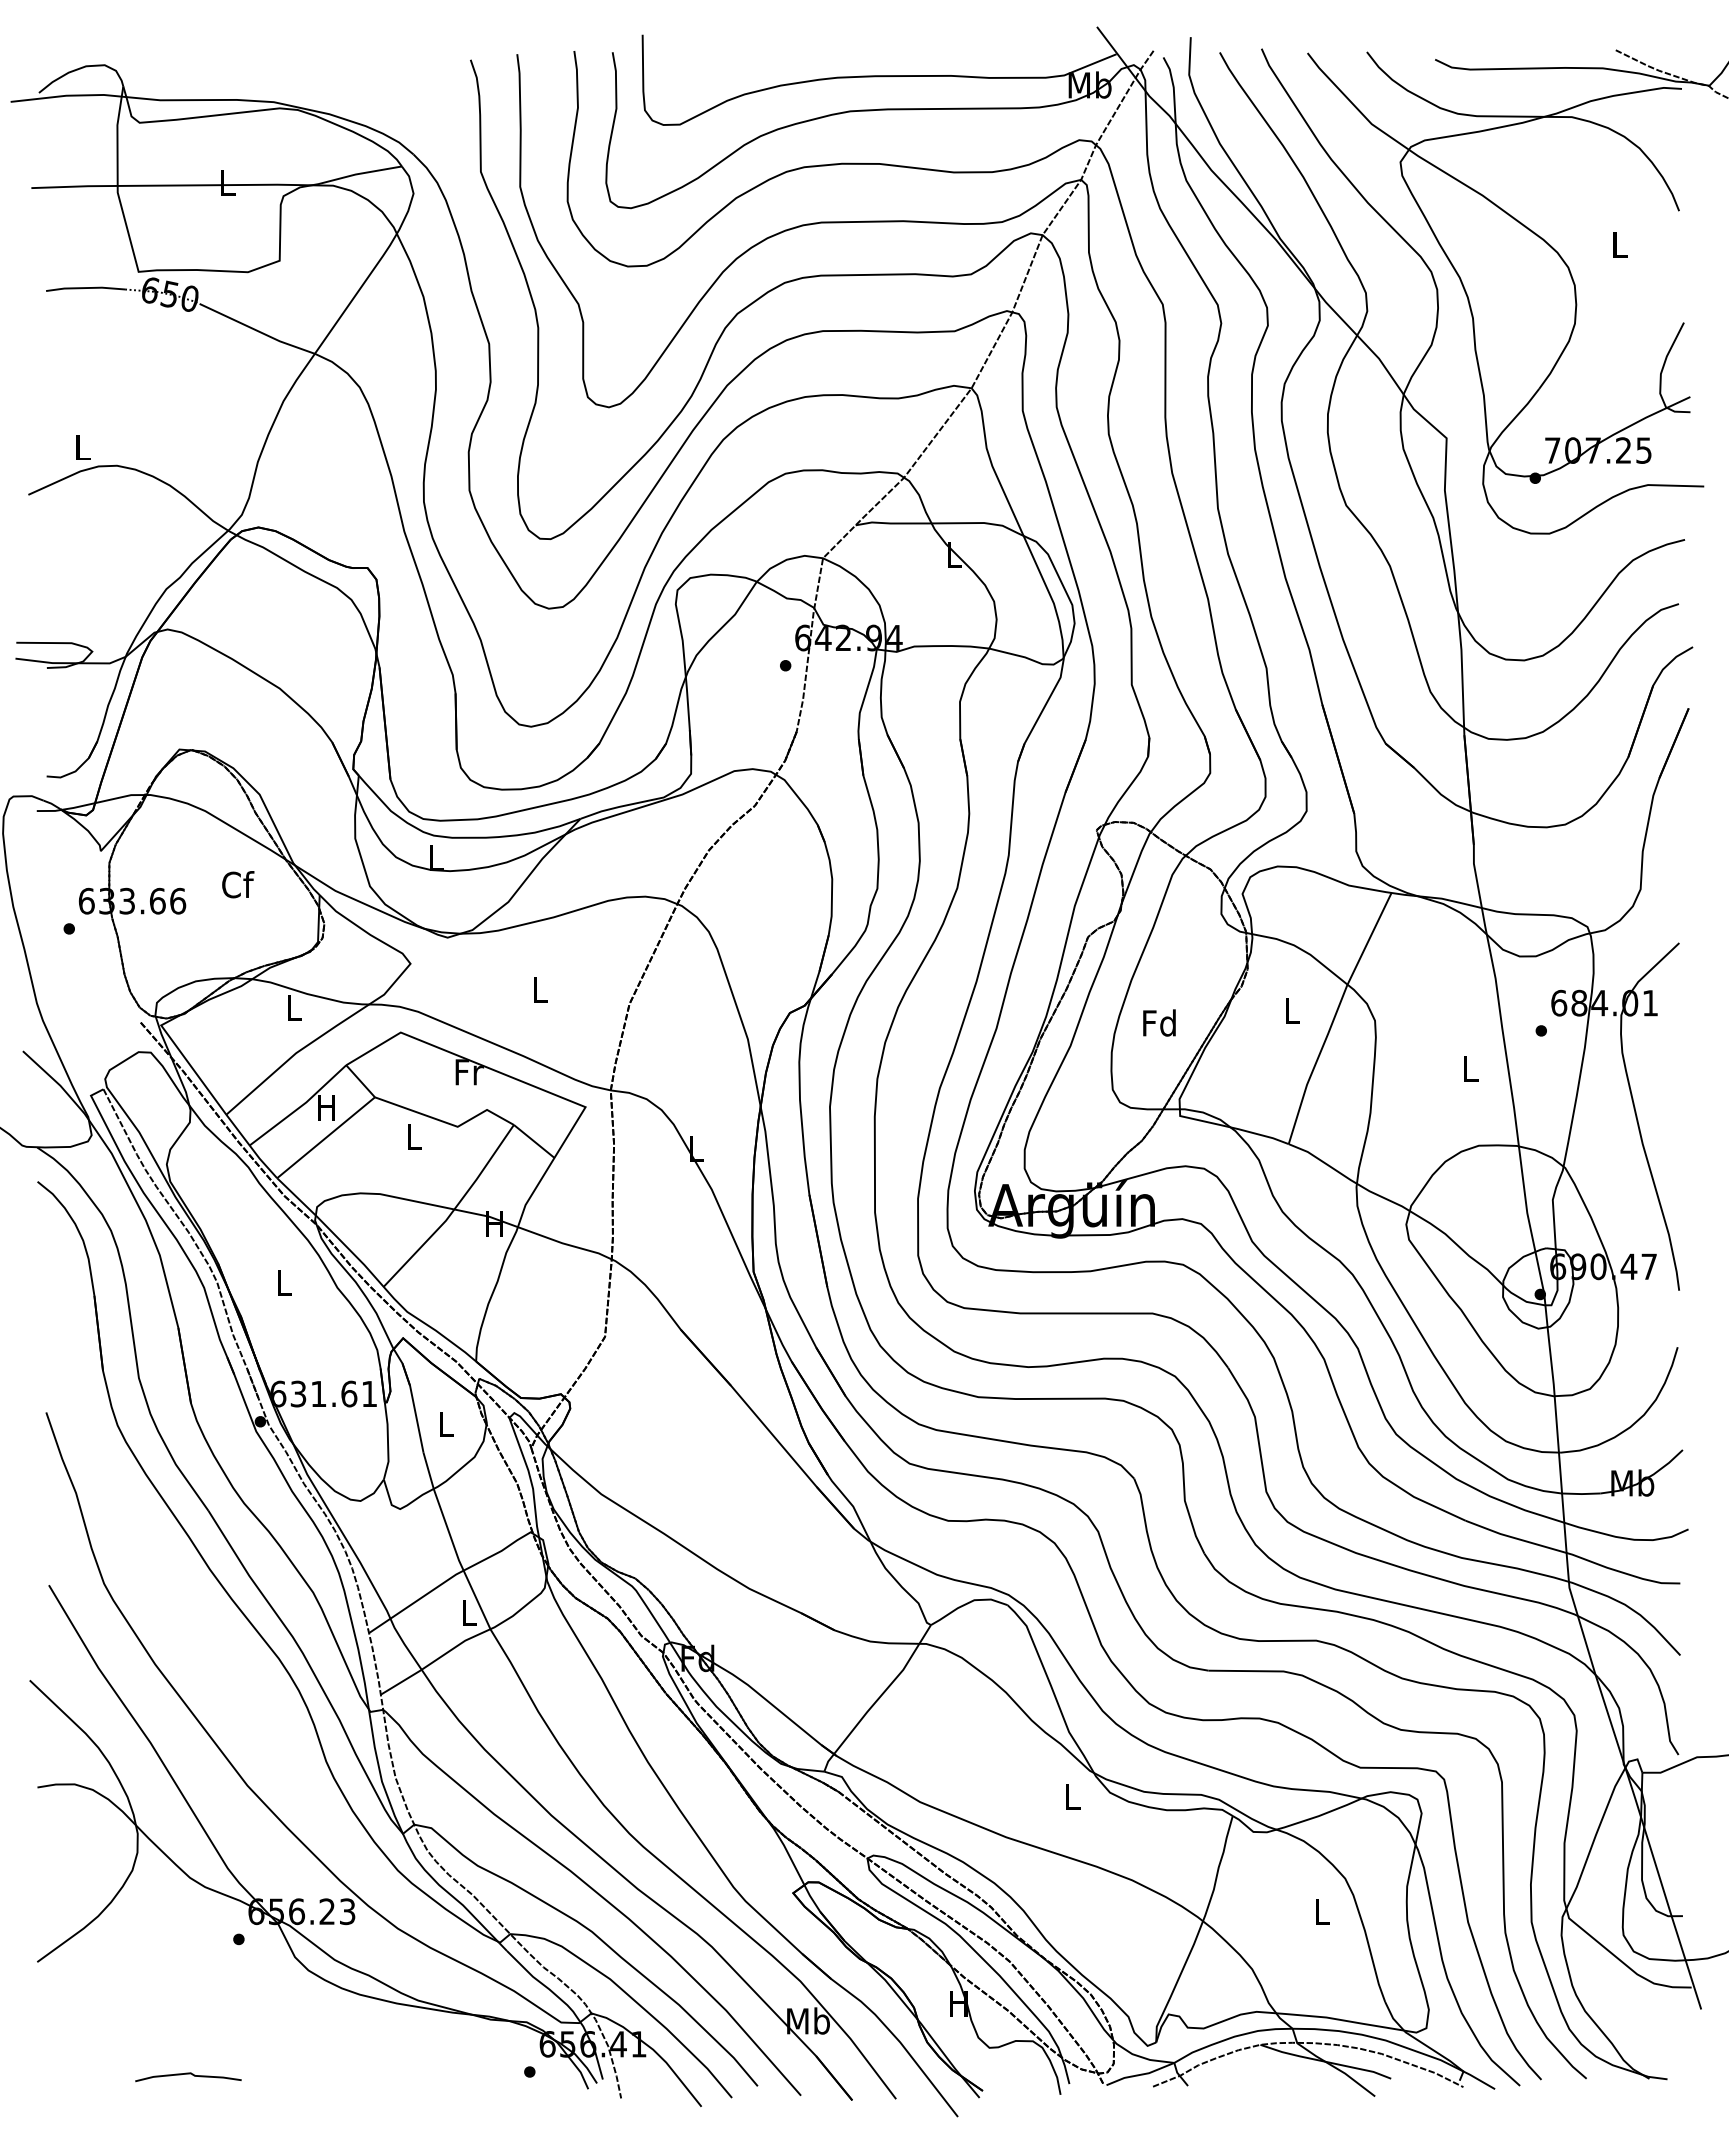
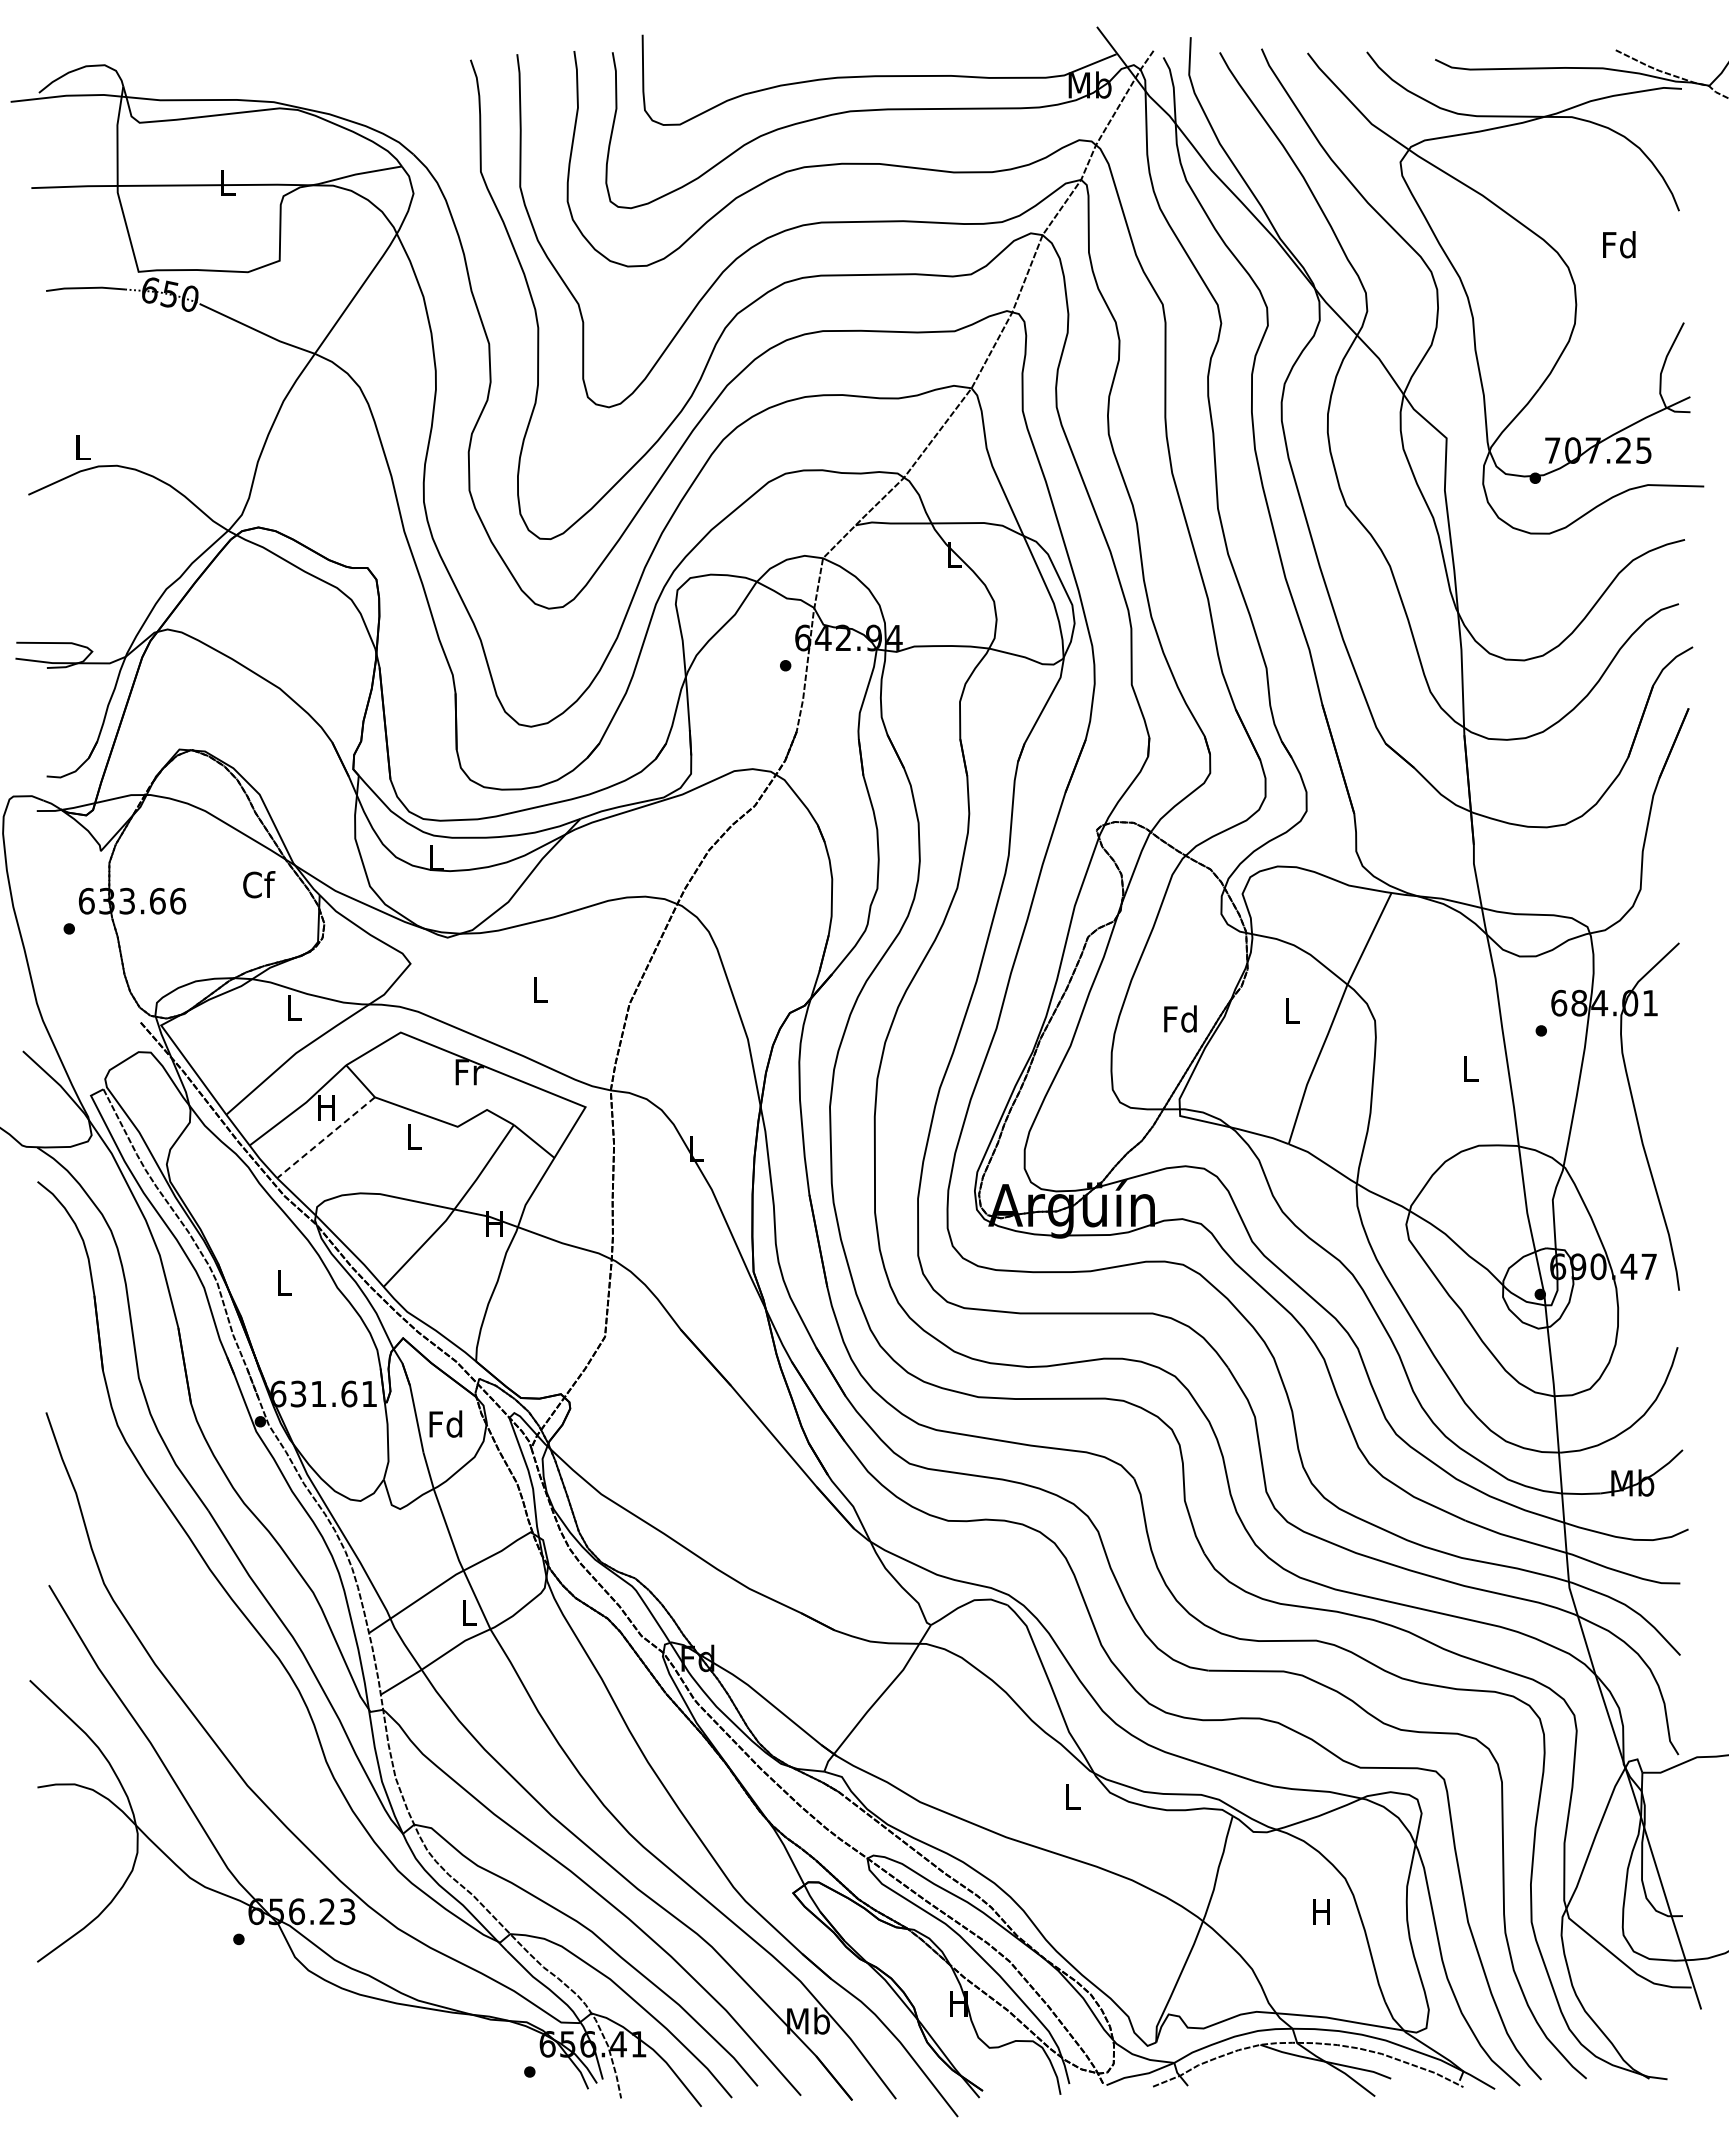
text at (1619, 244): L -> Fd
text at (238, 884) position: (238, 884) -> (259, 884)
text at (1159, 1022) position: (1159, 1022) -> (1180, 1018)
line at (325, 1138): solid -> dashed
text at (445, 1423): L -> Fd
text at (1321, 1911): L -> H
curve at (188, 2074): present -> none
